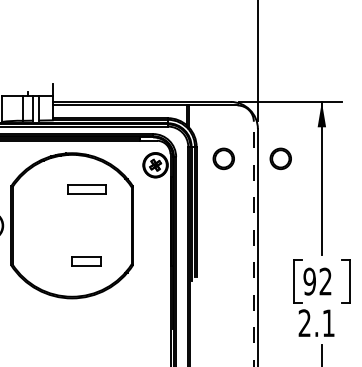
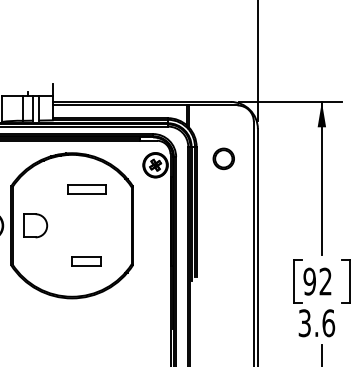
part at (280, 158): present -> none
part at (35, 225): none -> present
line at (253, 243): dashed -> solid
text at (316, 323): 2.1 -> 3.6
